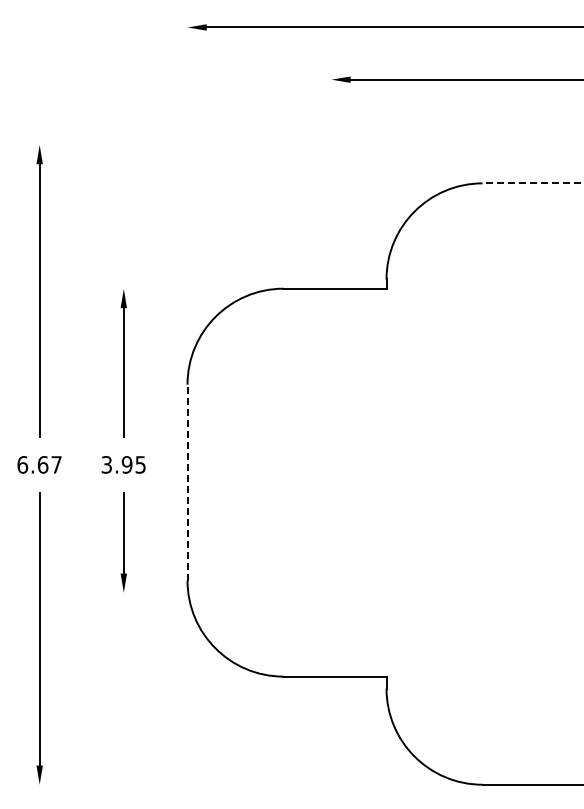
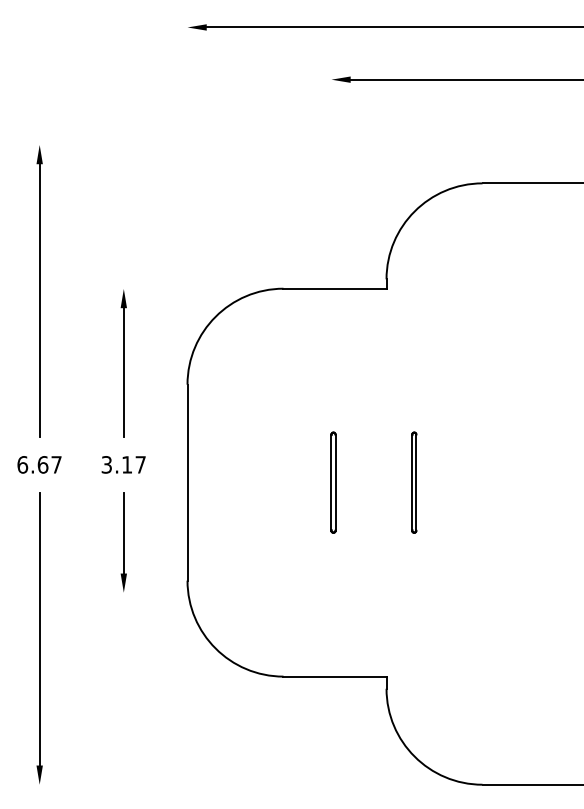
line at (532, 183): dashed -> solid
text at (133, 464): 3.95 -> 3.17
line at (187, 482): dashed -> solid
part at (333, 482): none -> present
part at (414, 482): none -> present
